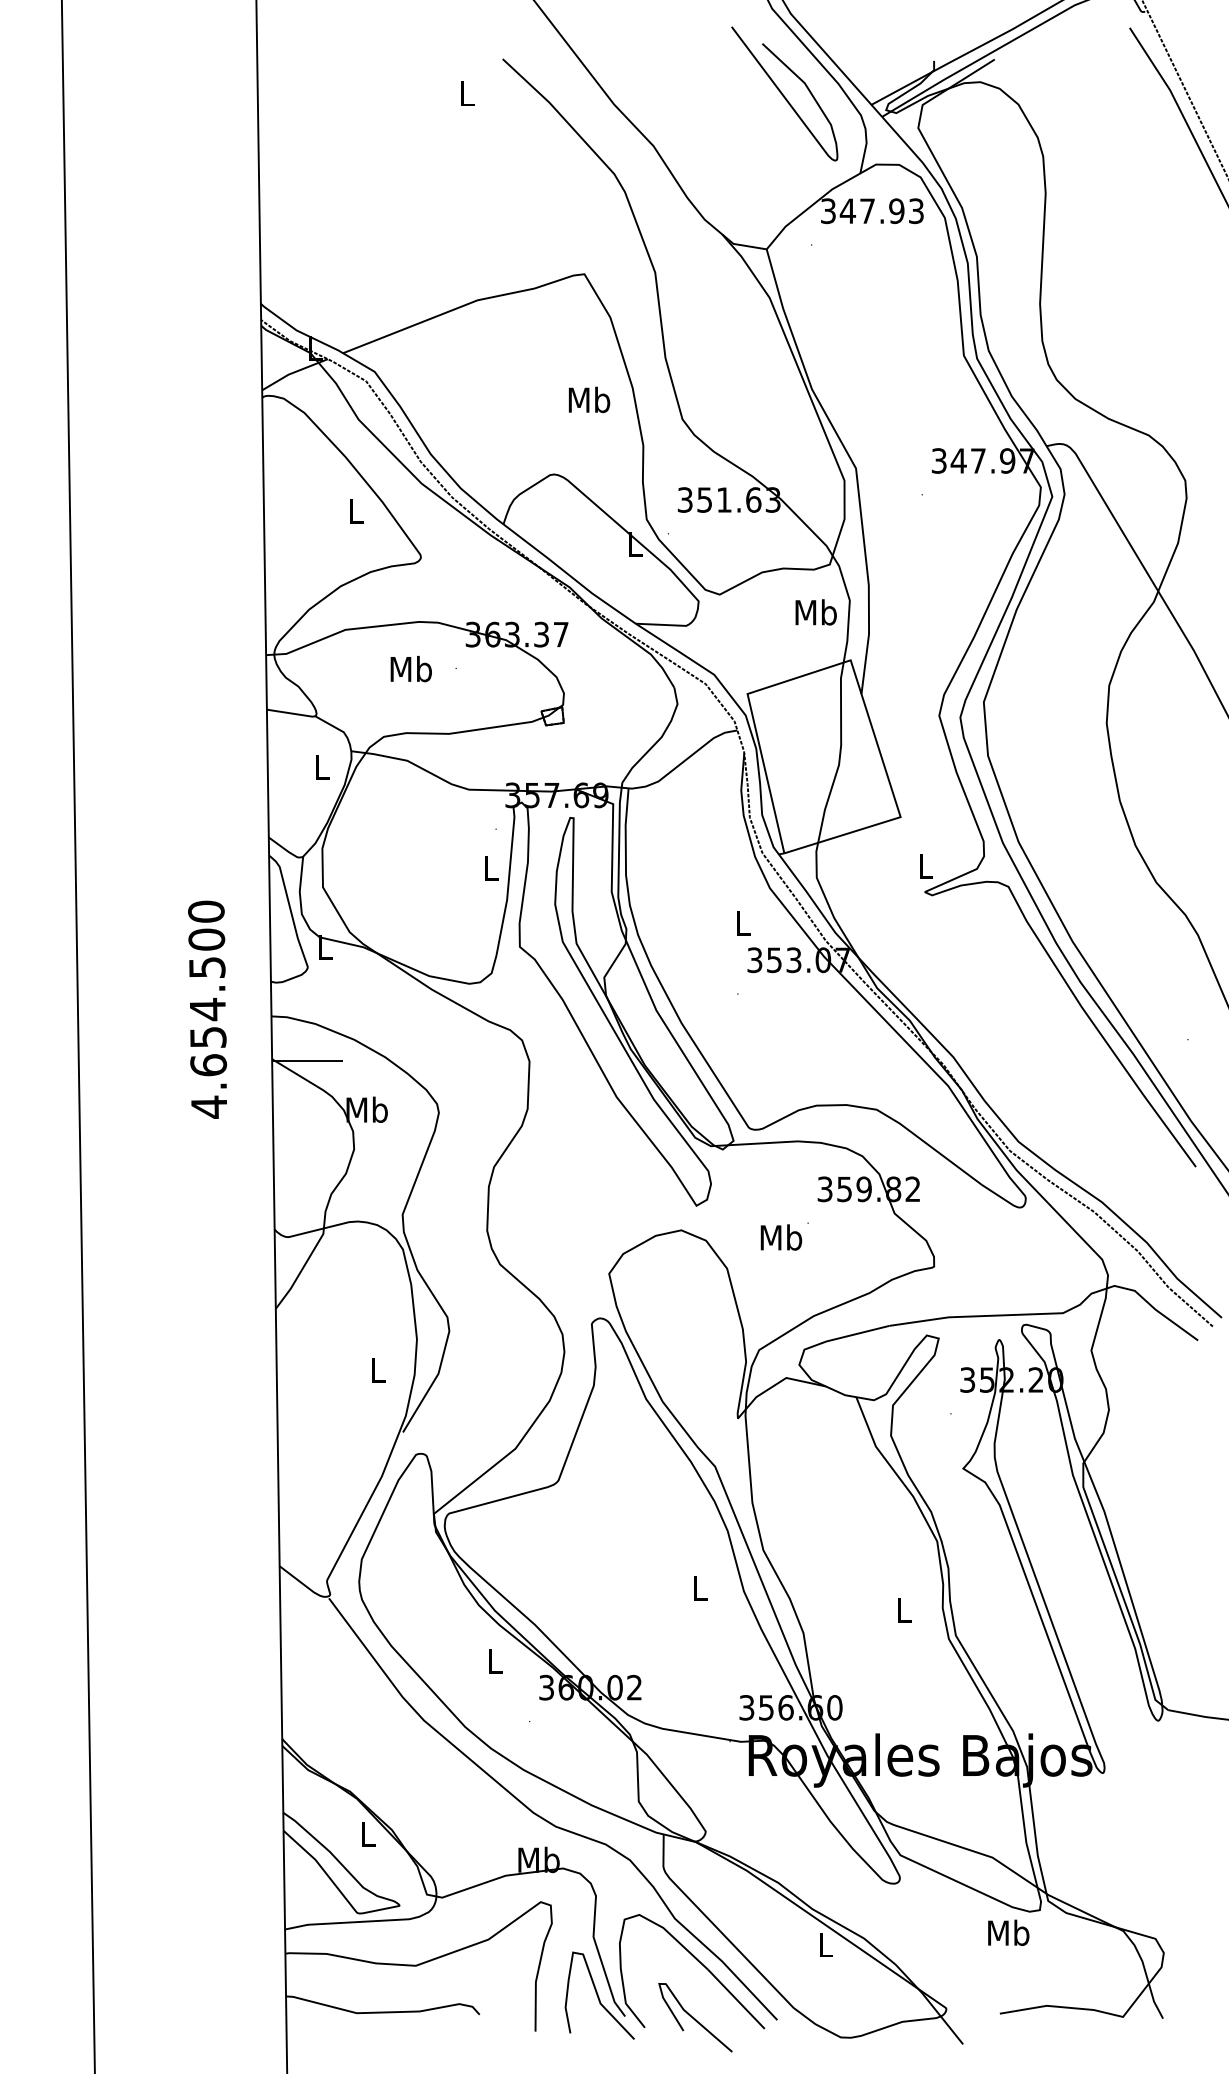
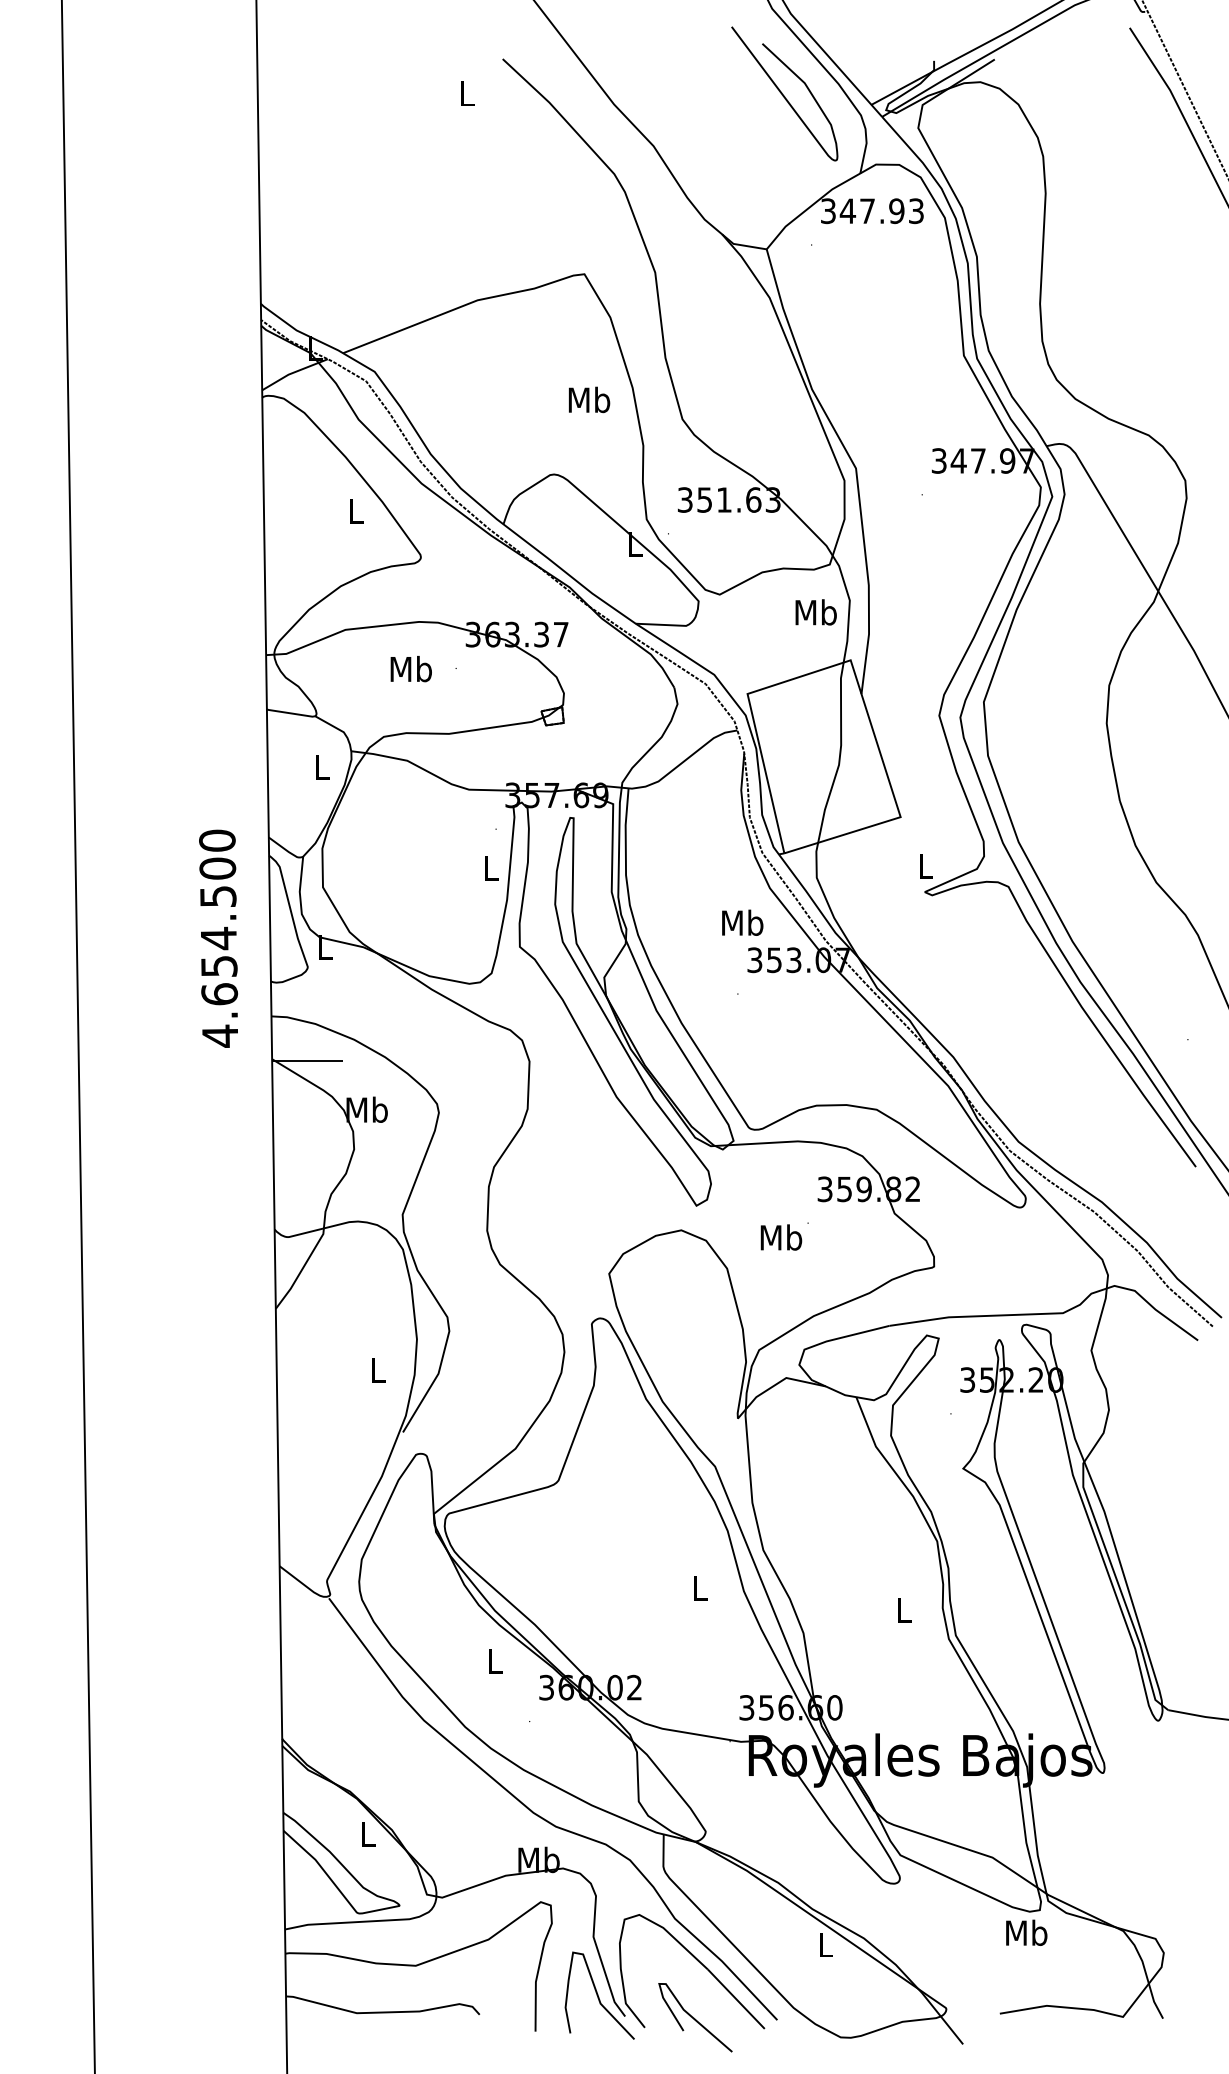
text at (742, 922): L -> Mb
text at (207, 1009) position: (207, 1009) -> (218, 938)
text at (1008, 1932) position: (1008, 1932) -> (1026, 1932)
